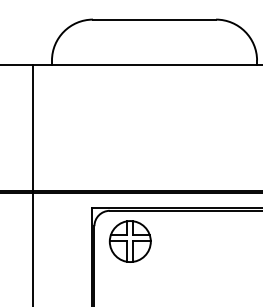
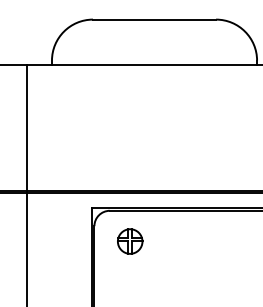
line at (32, 183) position: (32, 183) -> (26, 183)
part at (129, 241) size: 44x43 px -> 27x27 px
